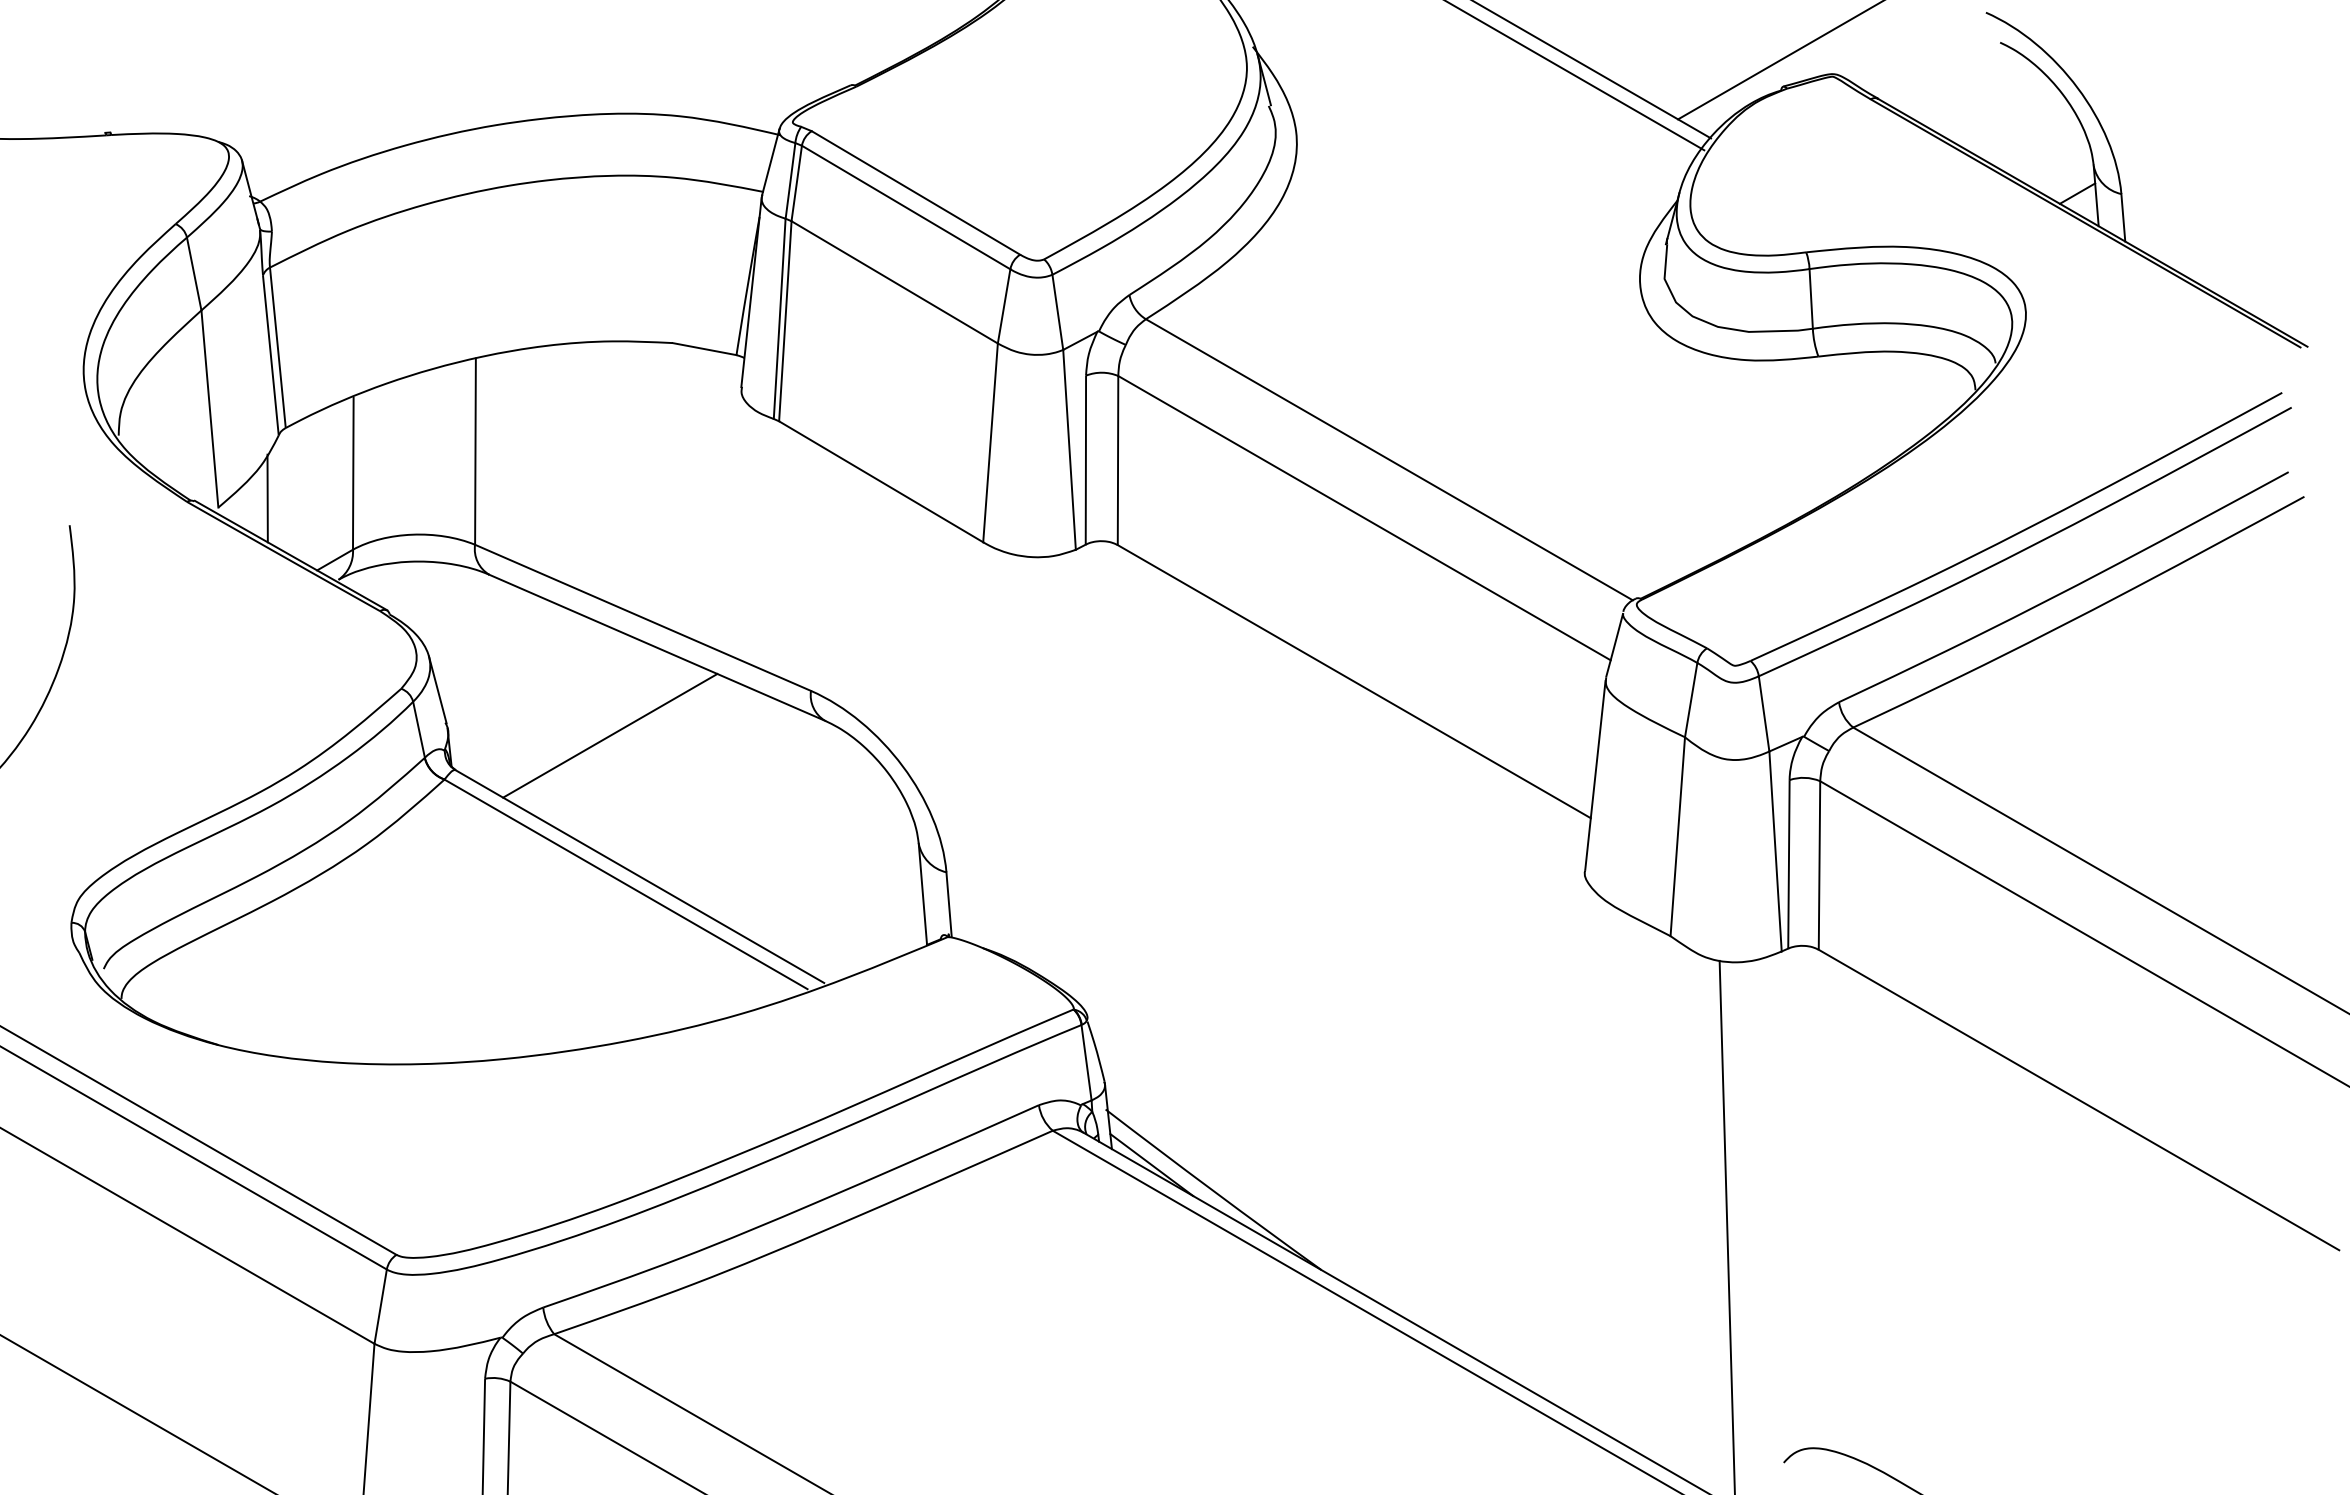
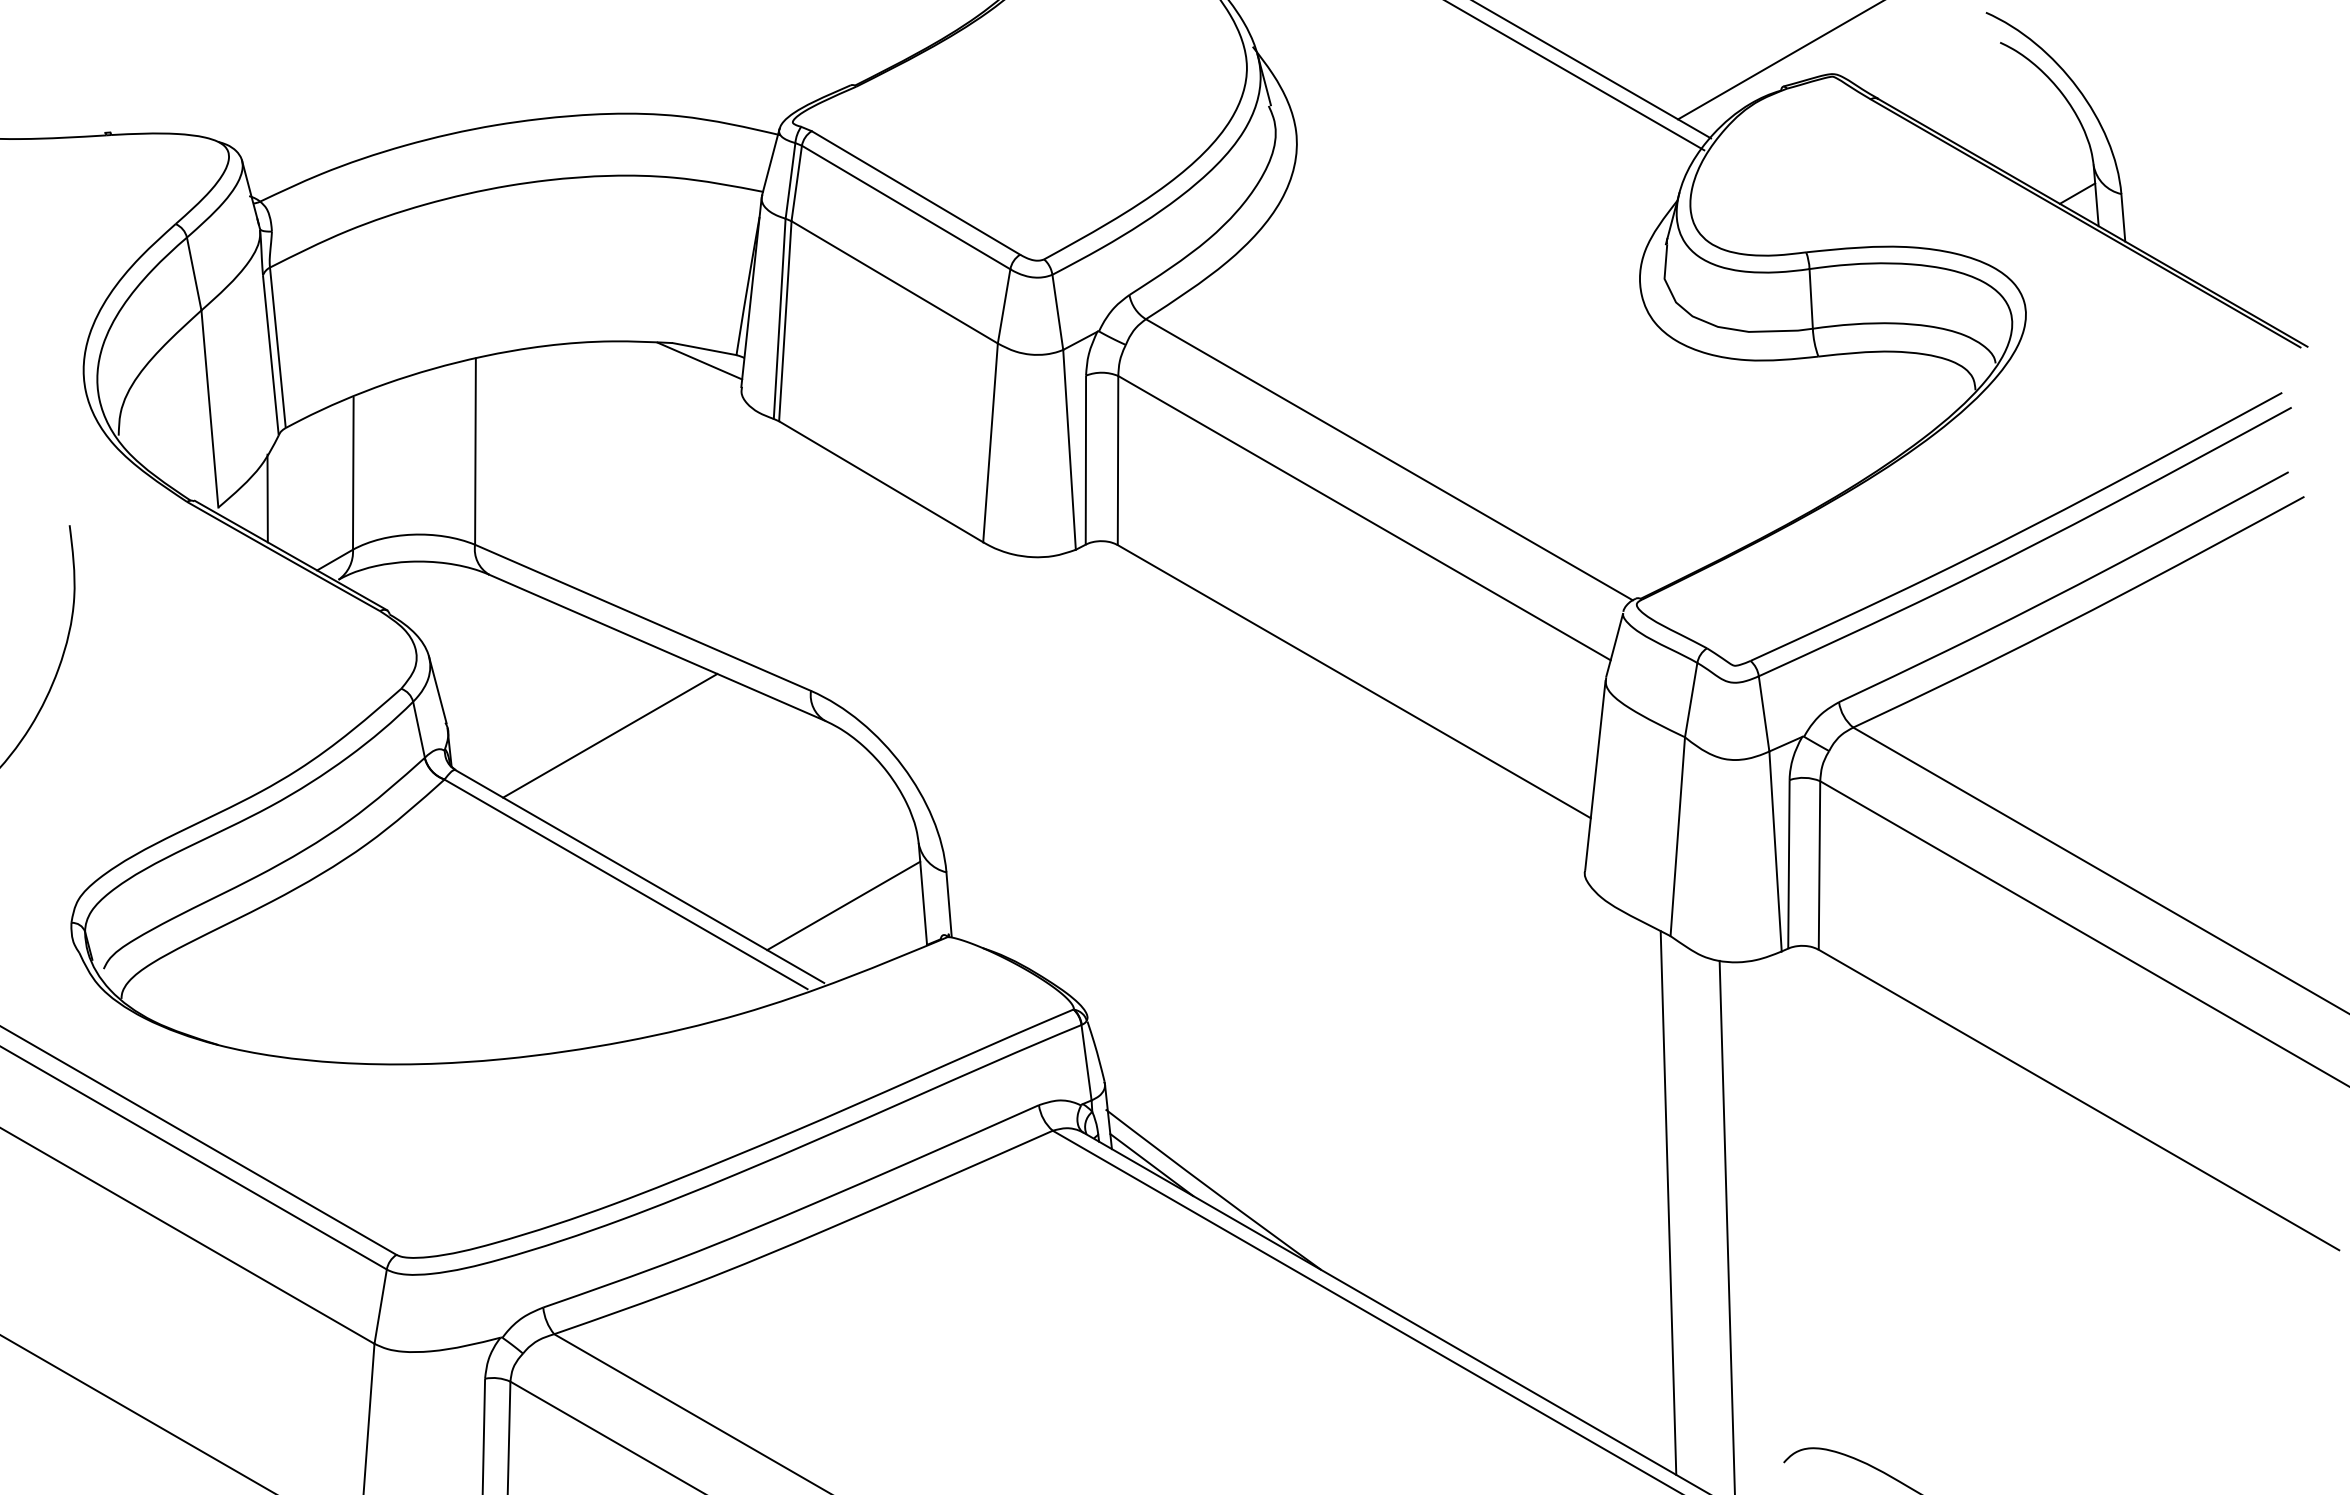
line at (699, 360): none -> present
line at (843, 905): none -> present
line at (1668, 1202): none -> present
